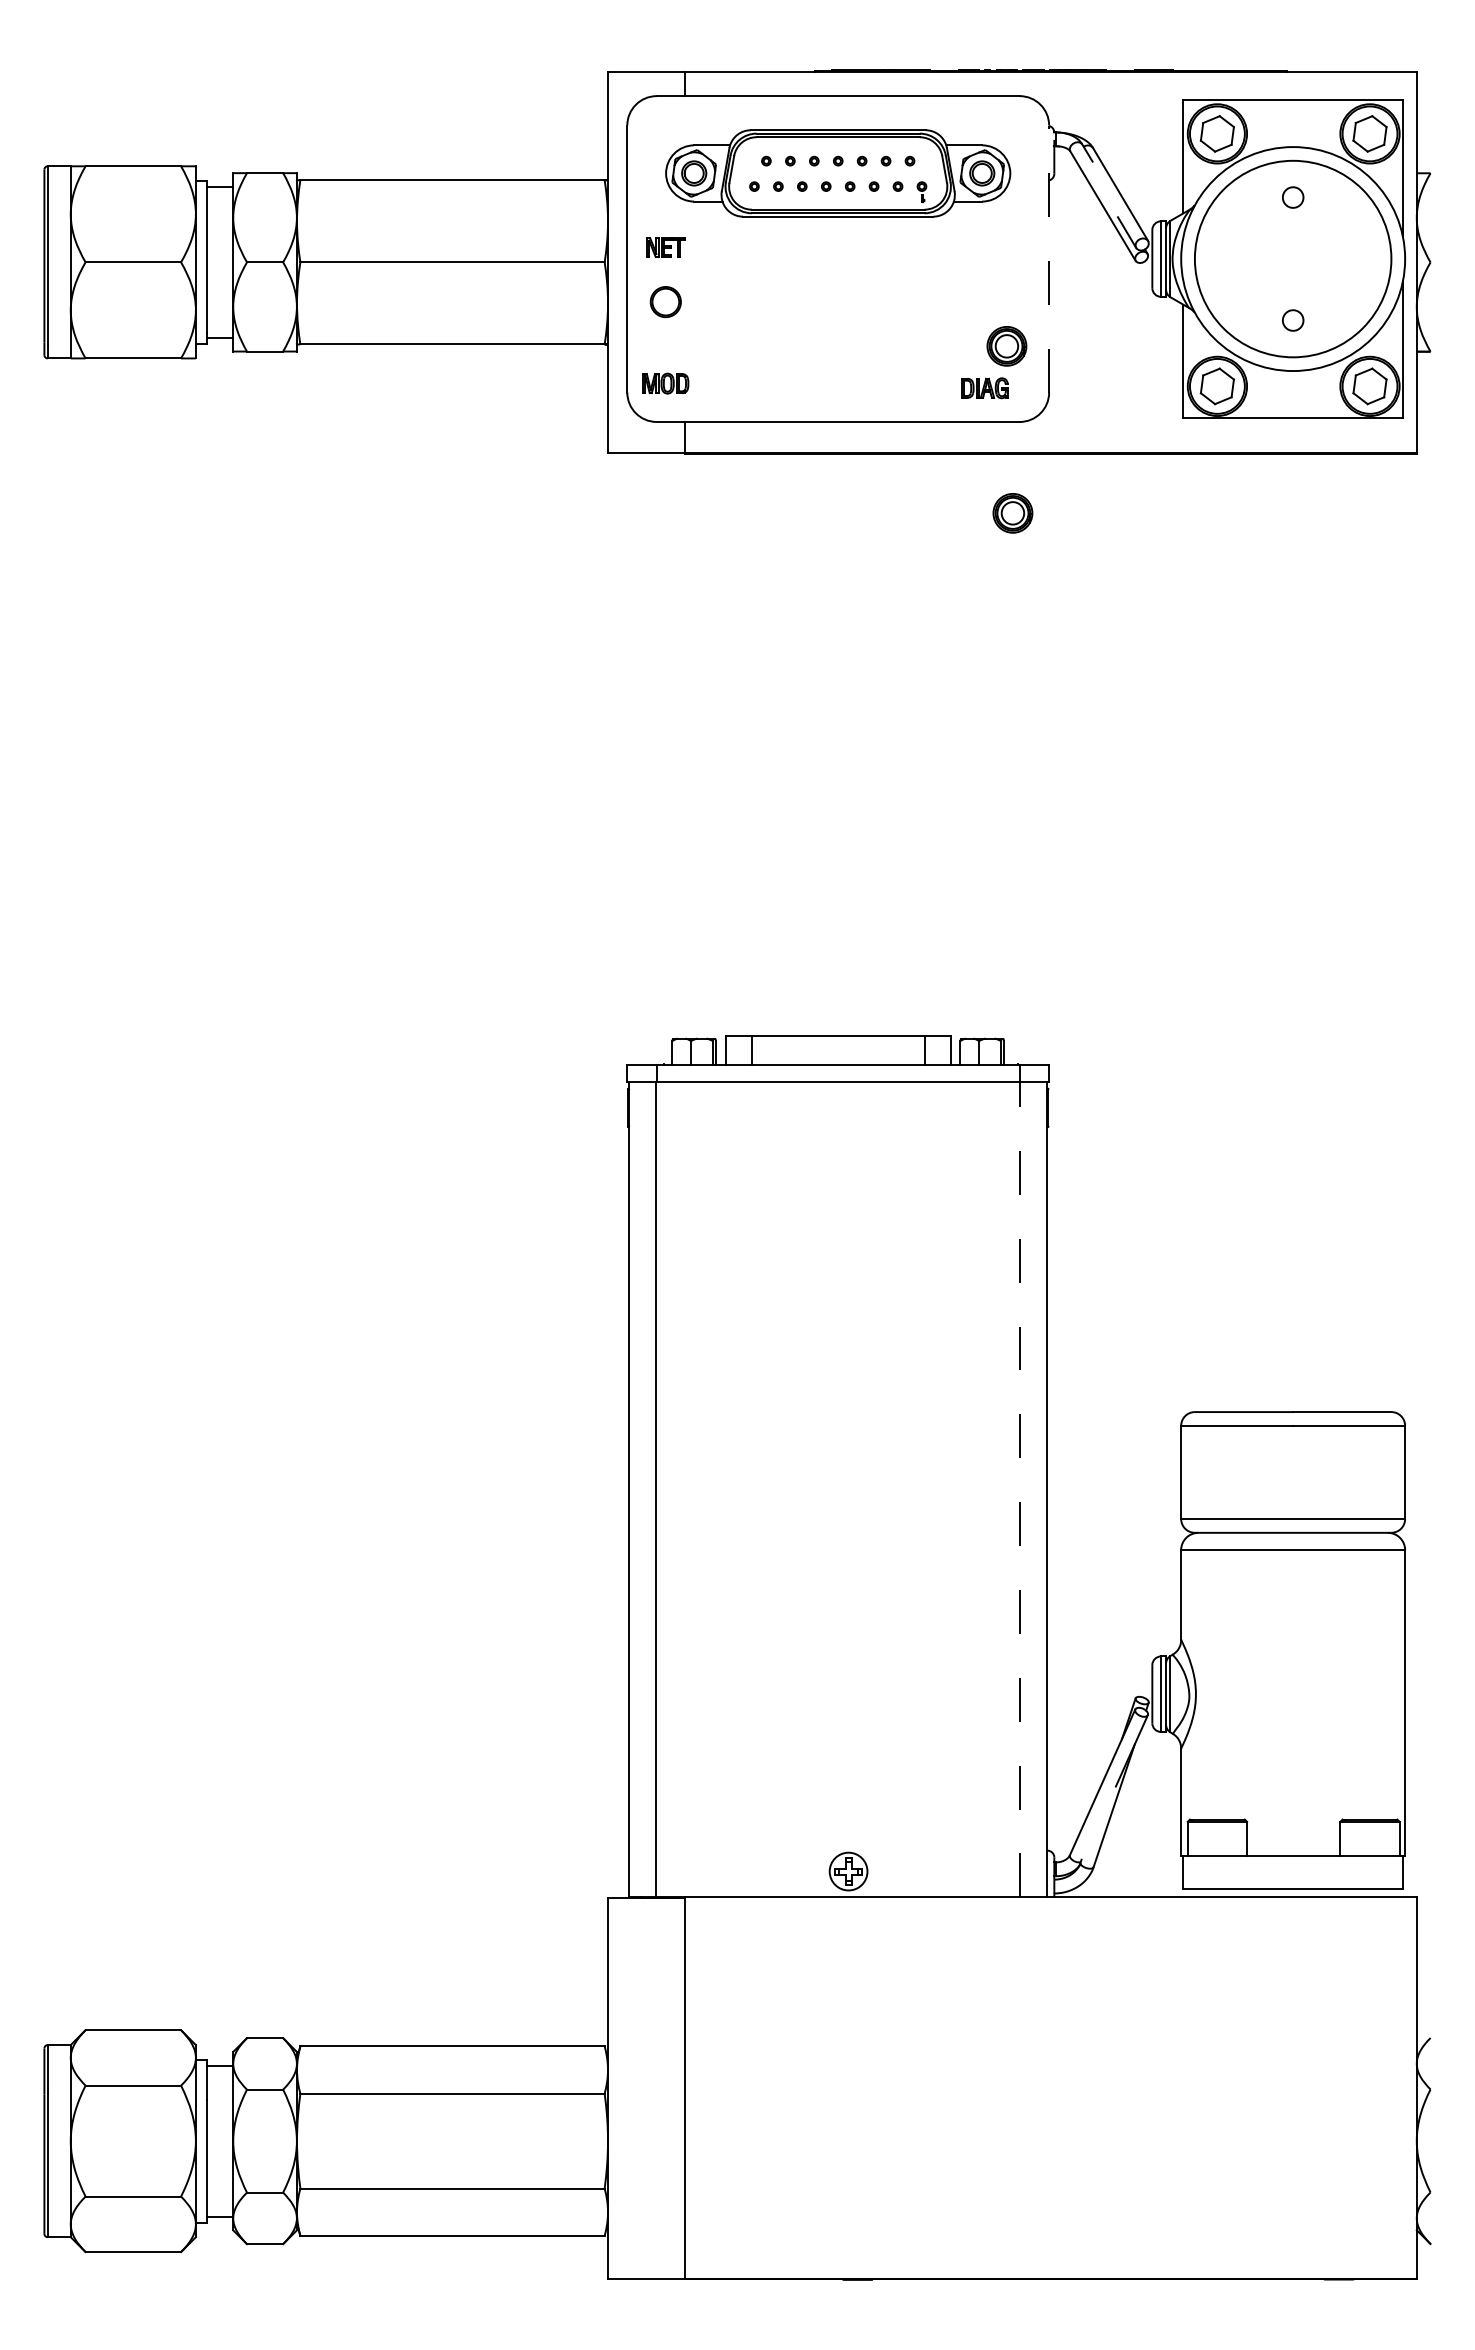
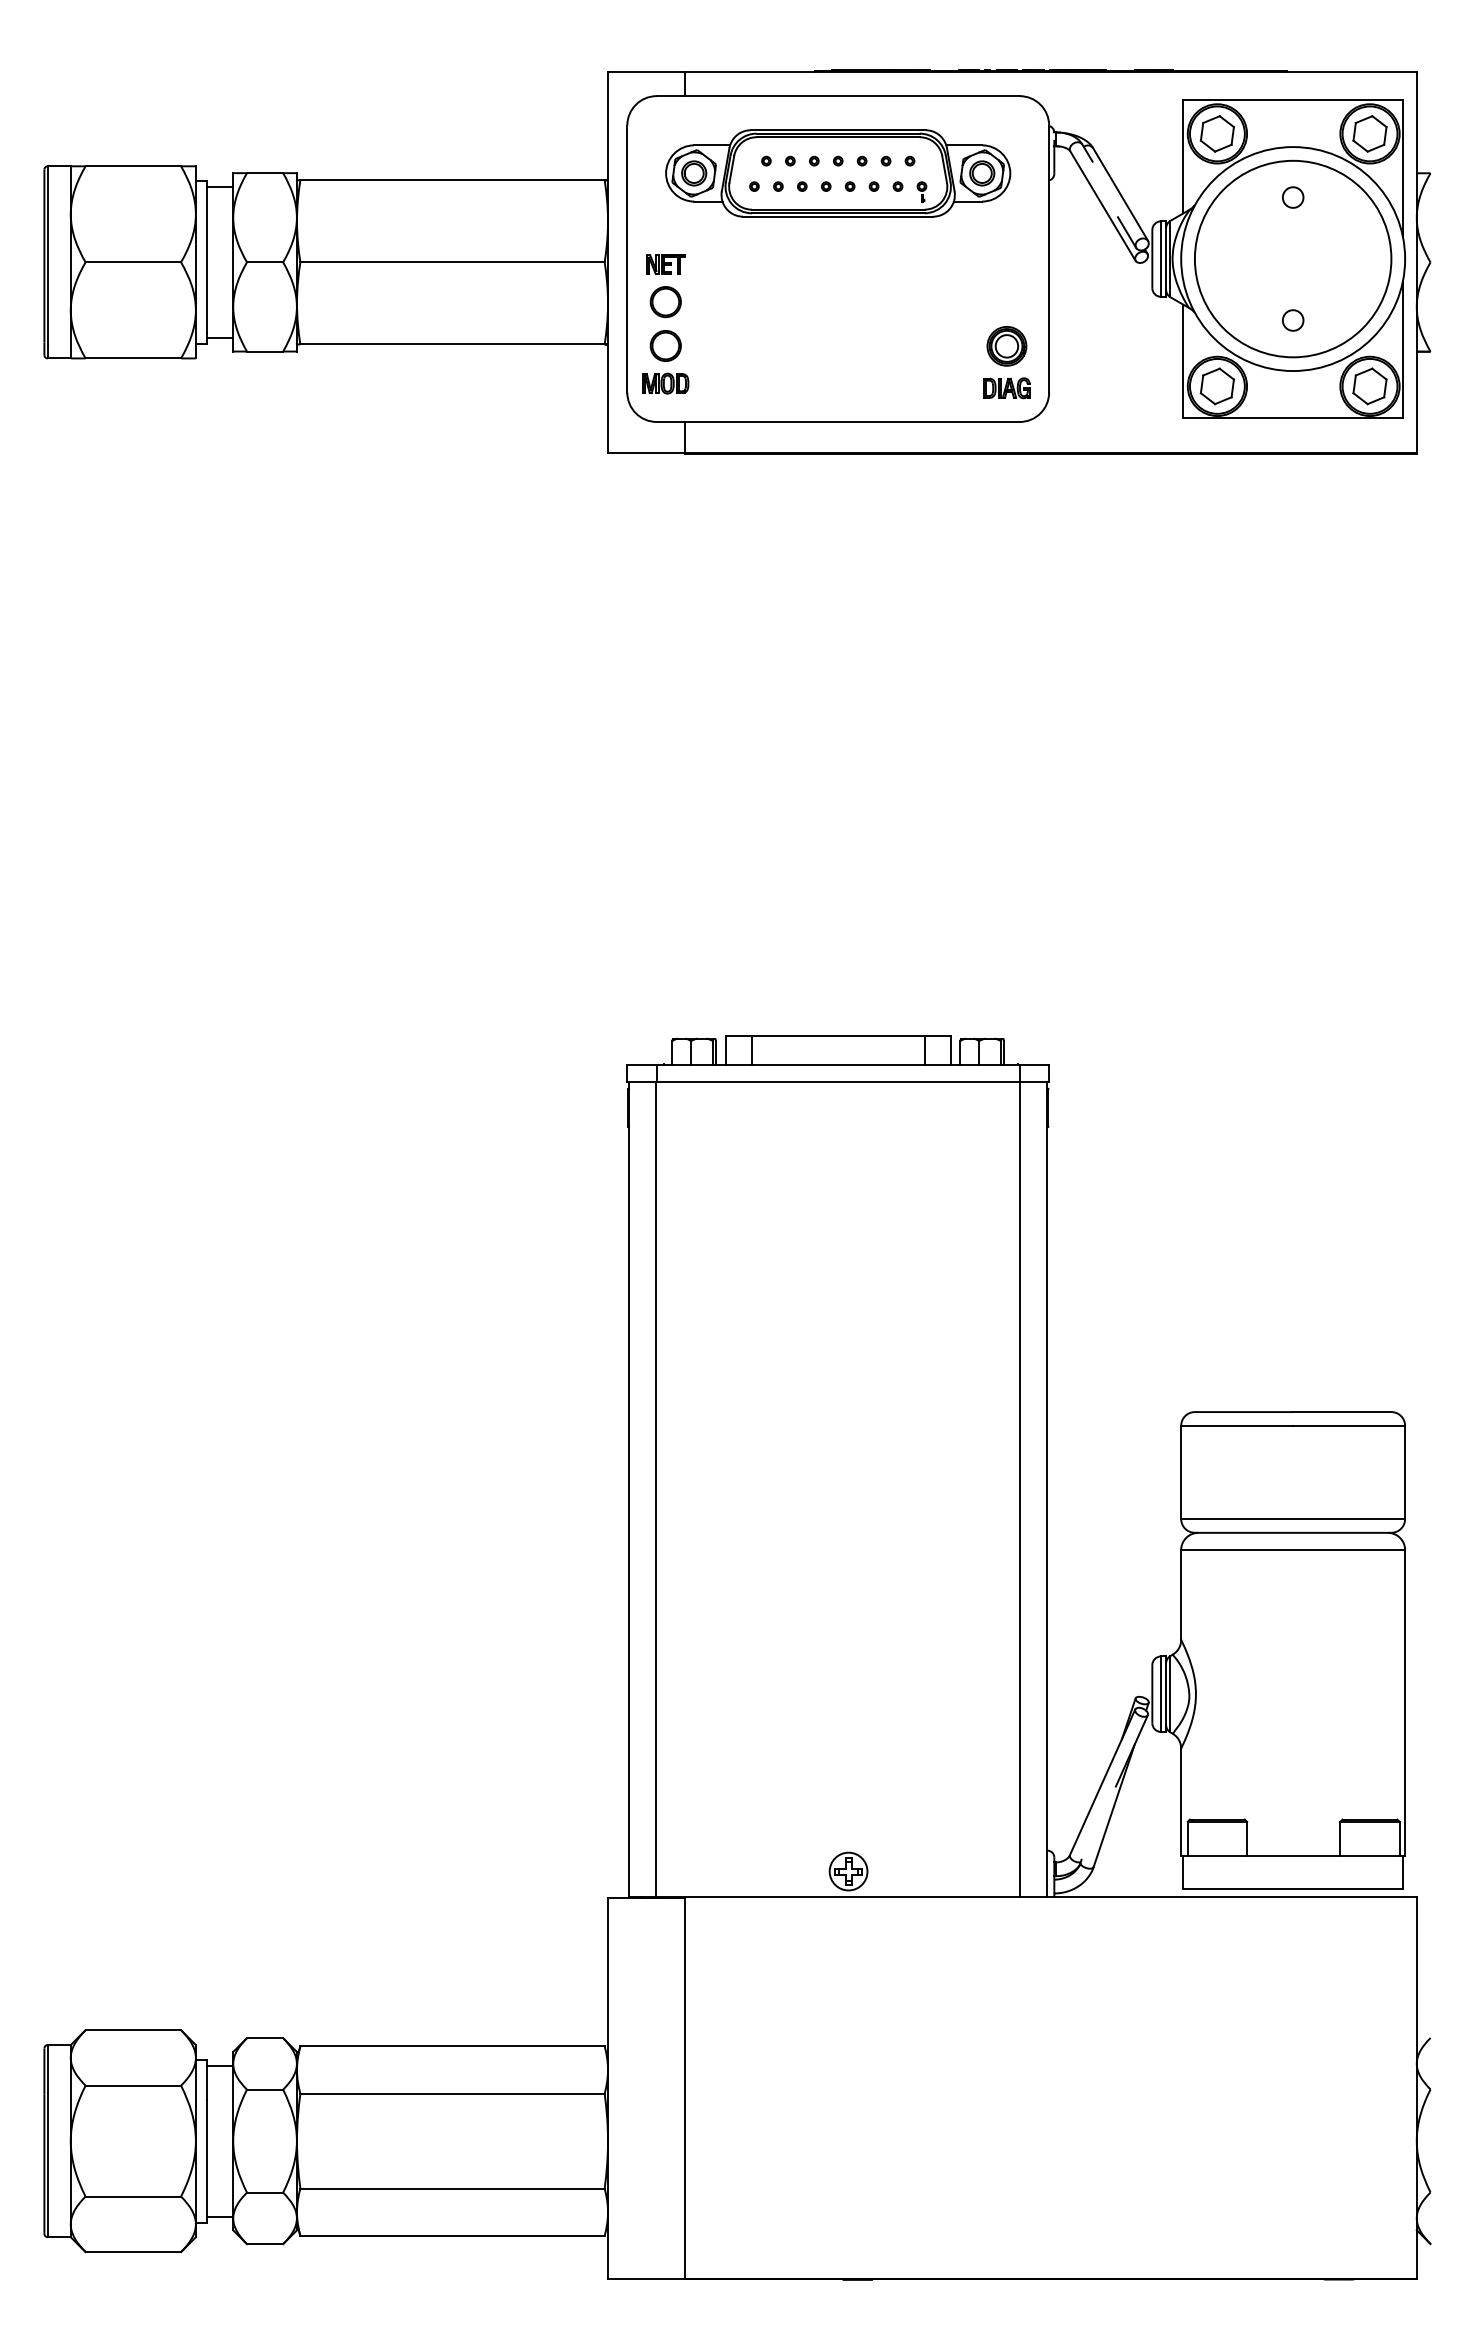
part at (665, 247) position: (665, 247) -> (665, 264)
line at (1049, 259): dashed -> solid
part at (665, 345): none -> present
part at (984, 388) position: (984, 388) -> (1006, 388)
part at (1012, 513): present -> none
line at (1020, 1489): dashed -> solid
